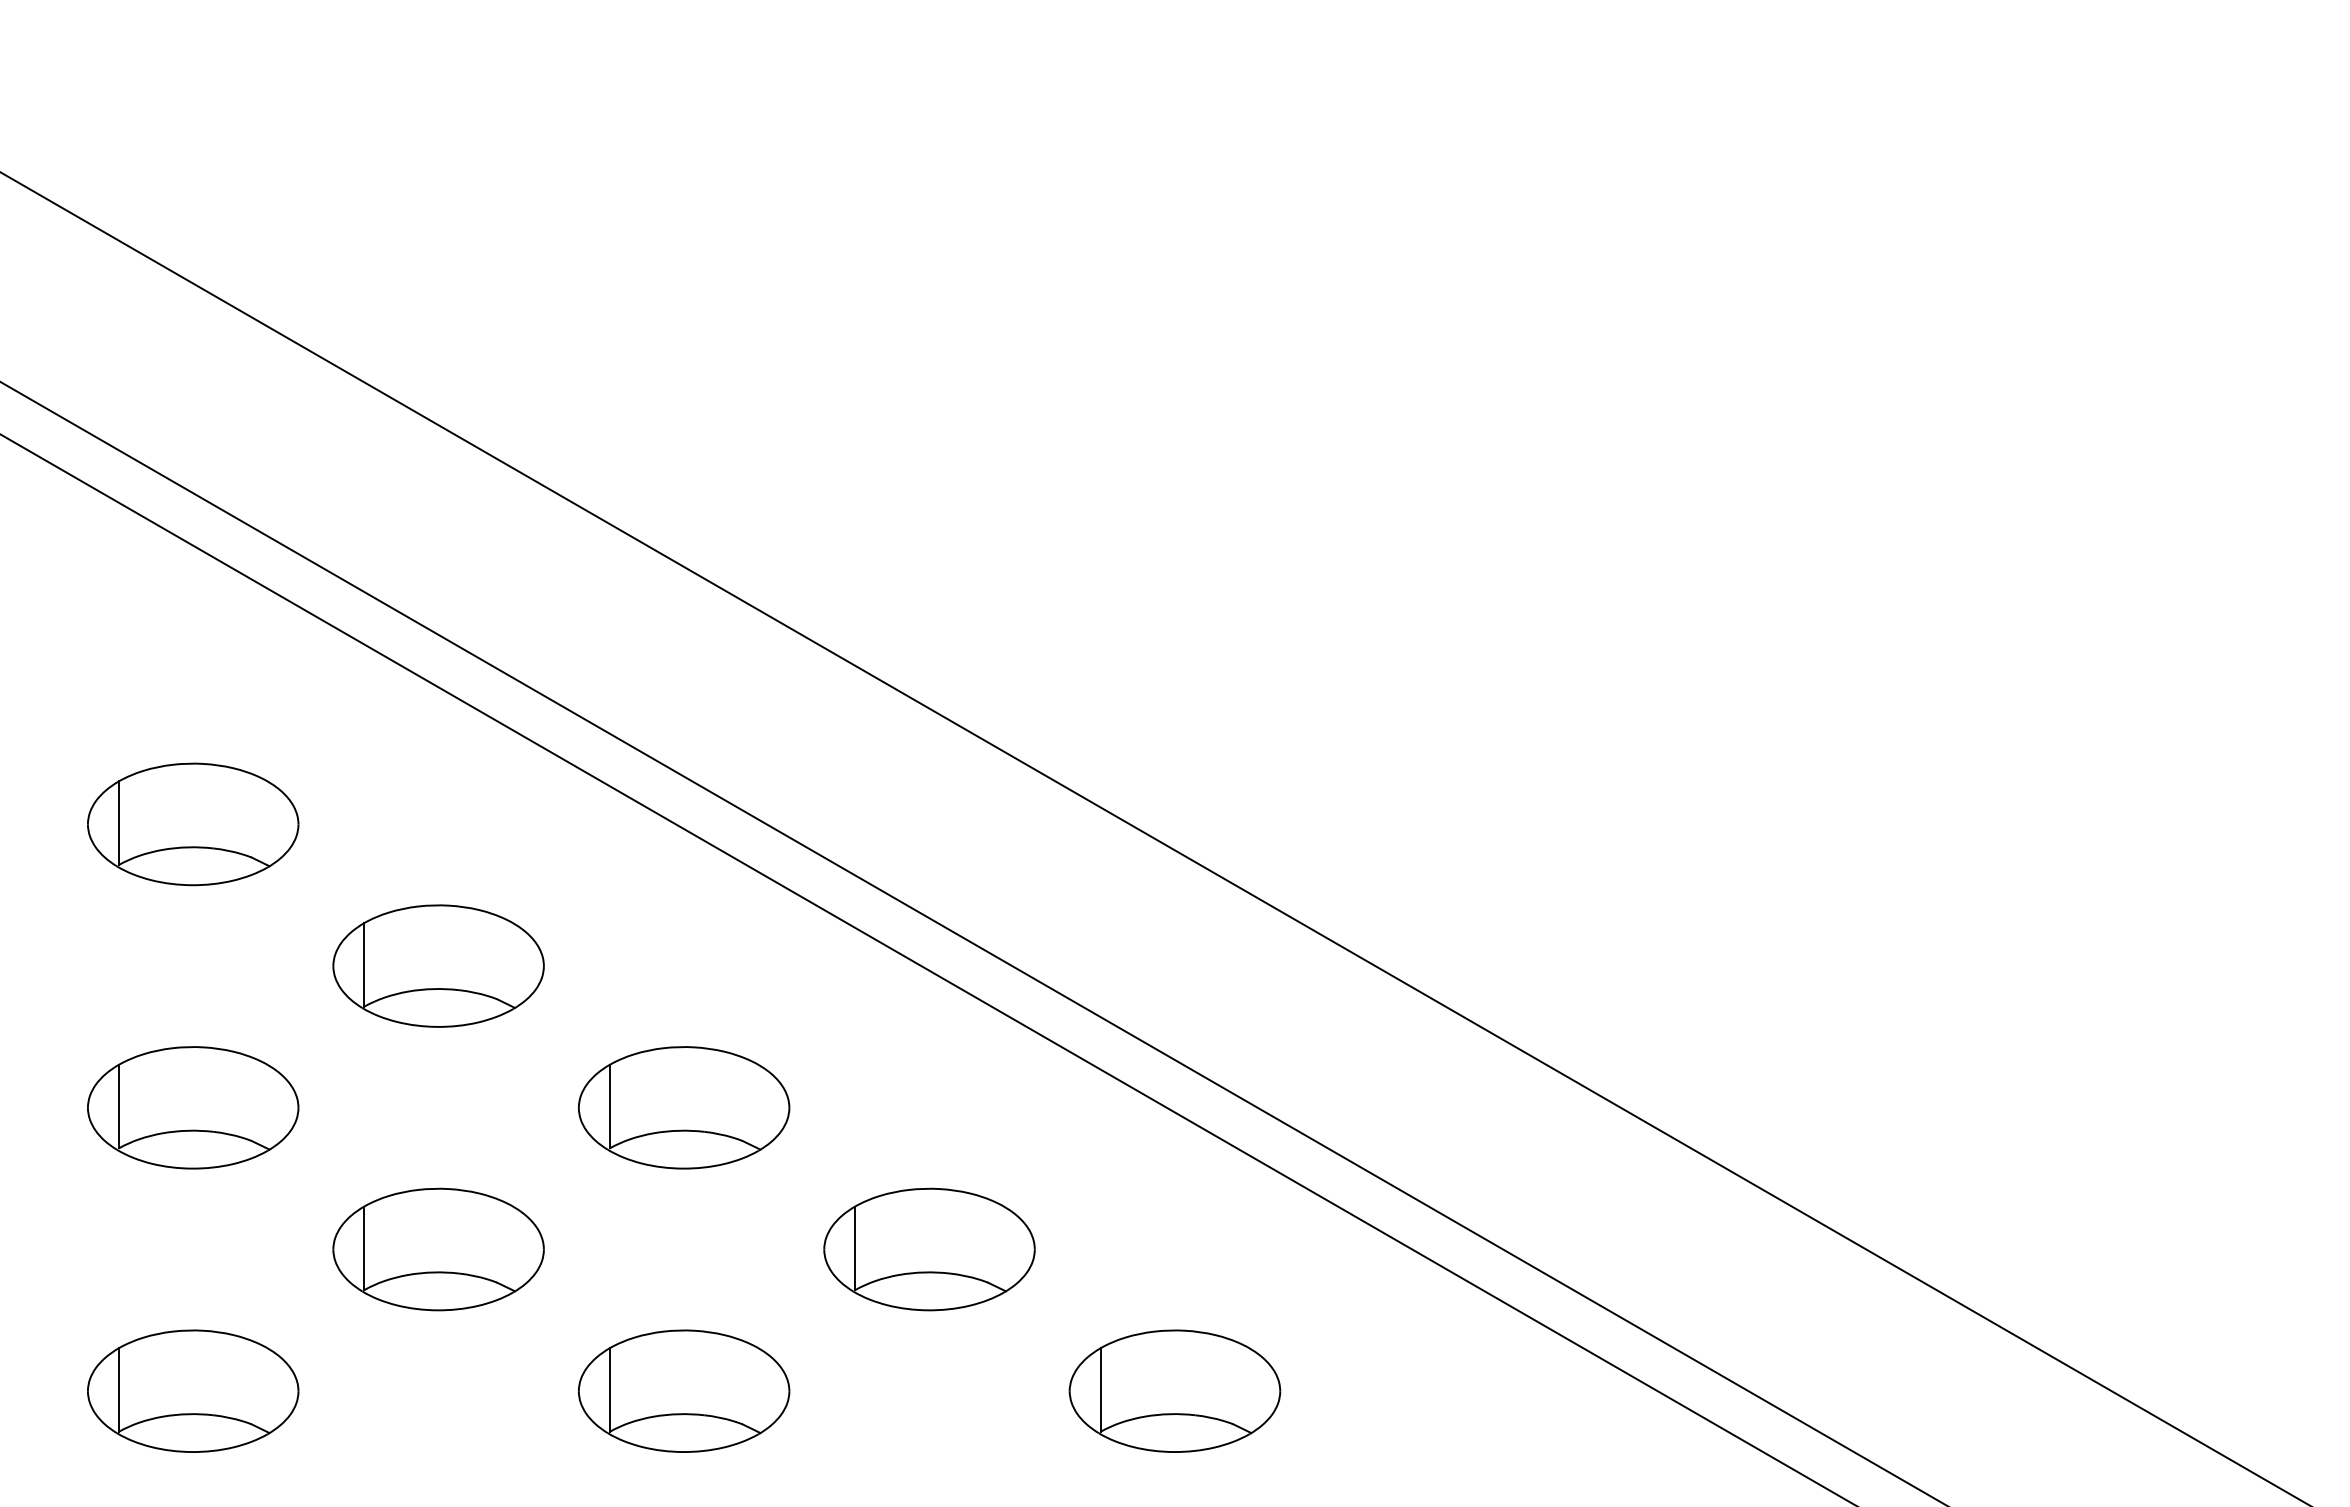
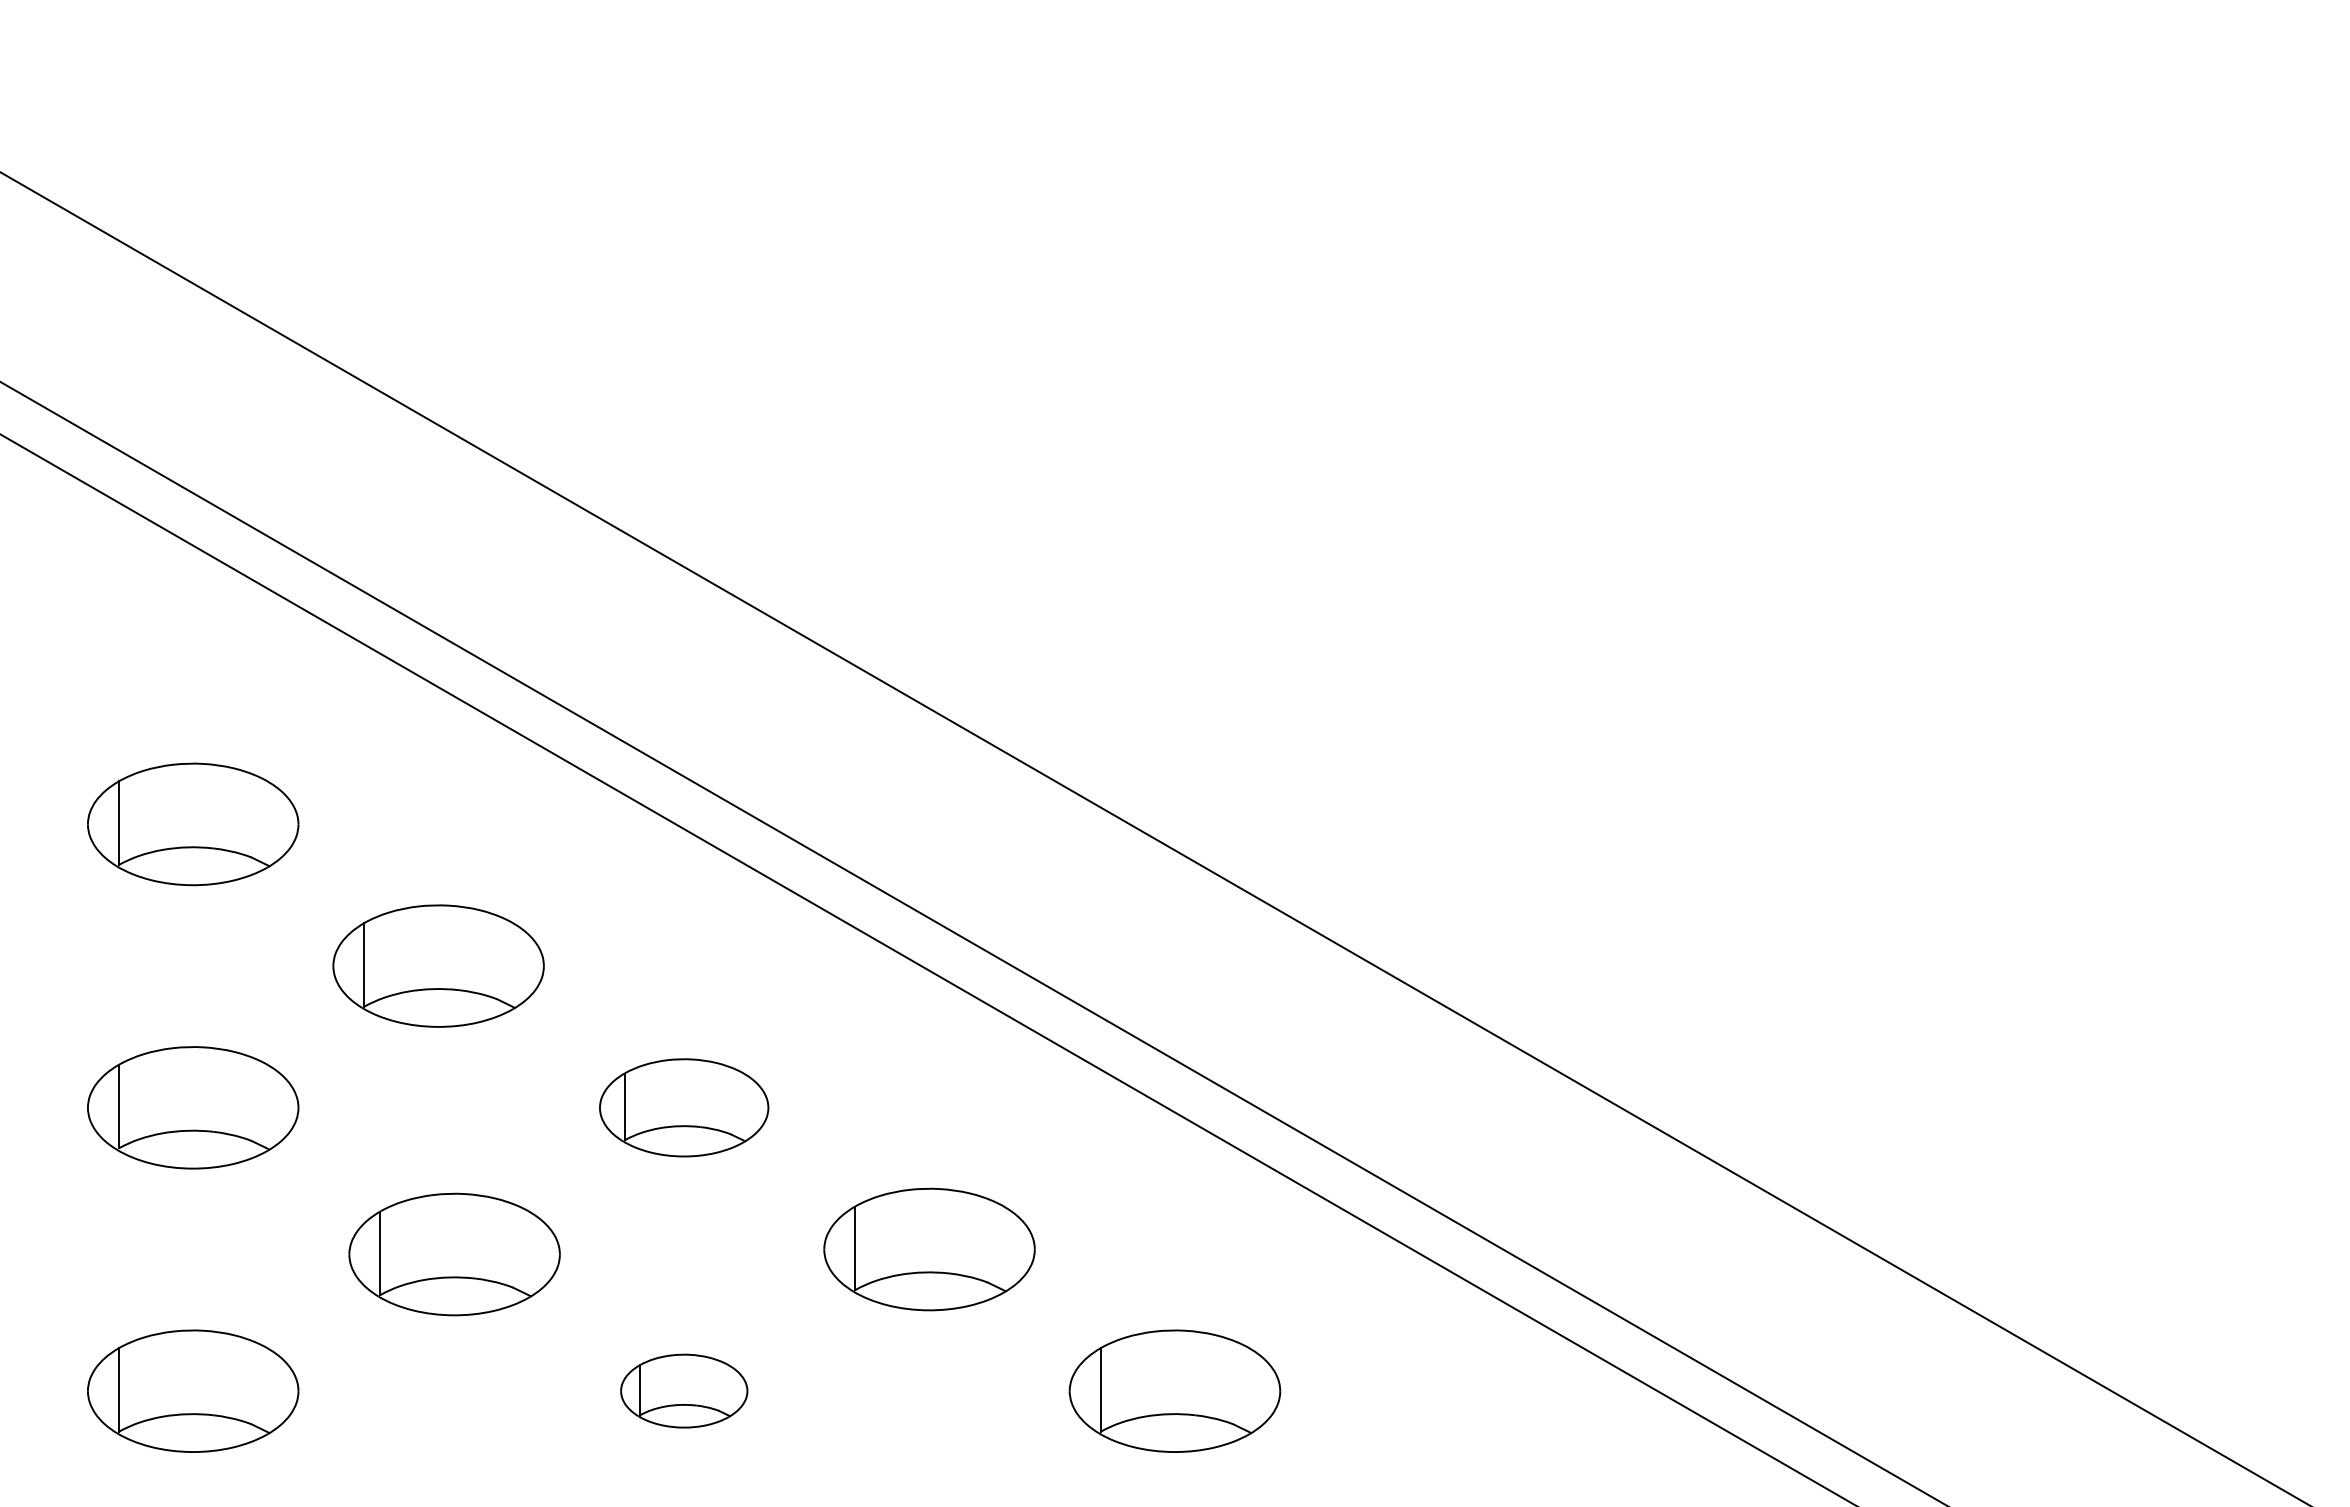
part at (684, 1107) size: 213x124 px -> 171x100 px
part at (438, 1249) position: (438, 1249) -> (454, 1254)
part at (684, 1390) size: 213x124 px -> 129x76 px
